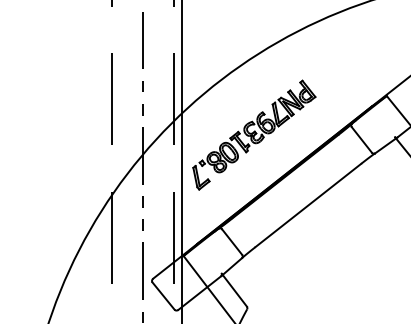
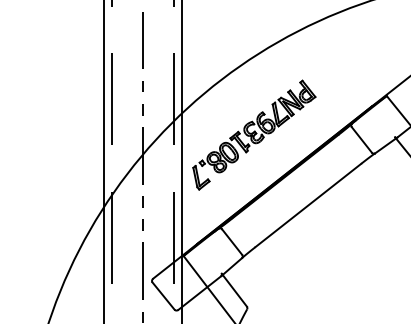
line at (103, 161): none -> present
